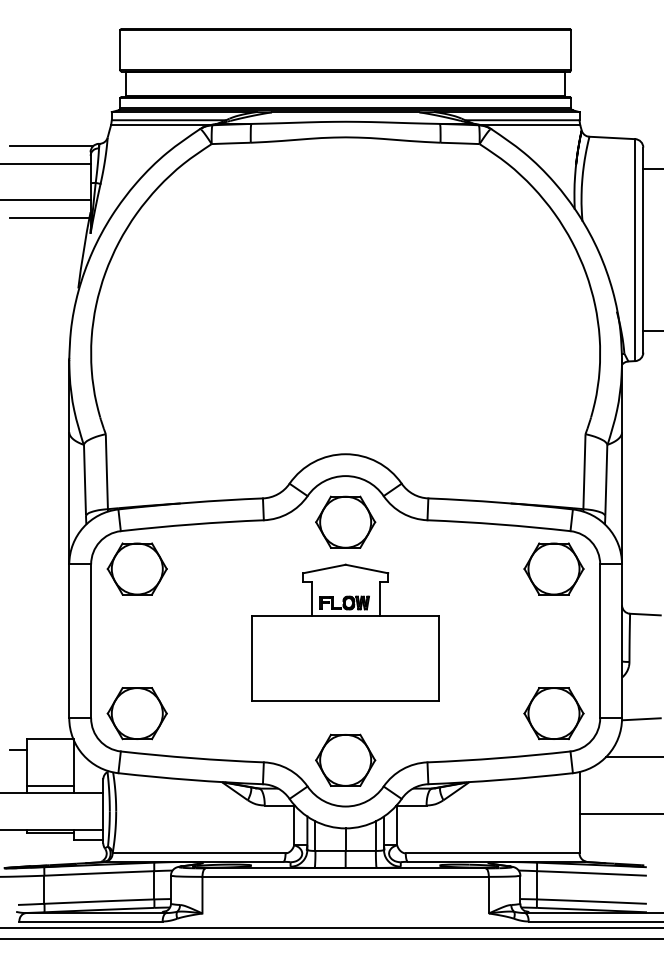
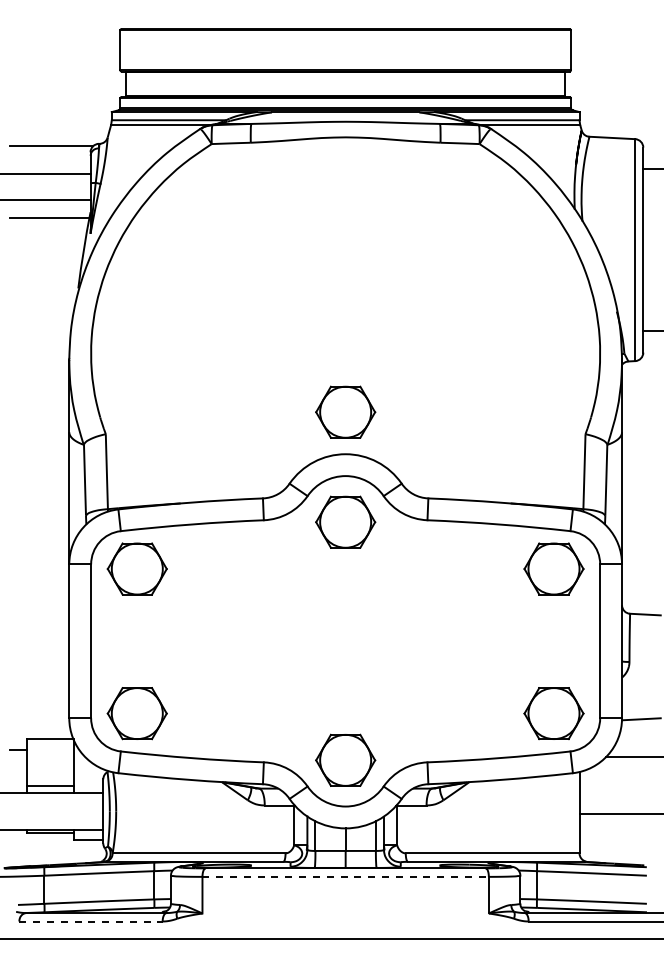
line at (46, 163) position: (46, 163) -> (46, 173)
part at (345, 411): none -> present
part at (345, 632): present -> none
line at (346, 876): solid -> dashed
line at (90, 921): solid -> dashed
line at (331, 928): present -> none
